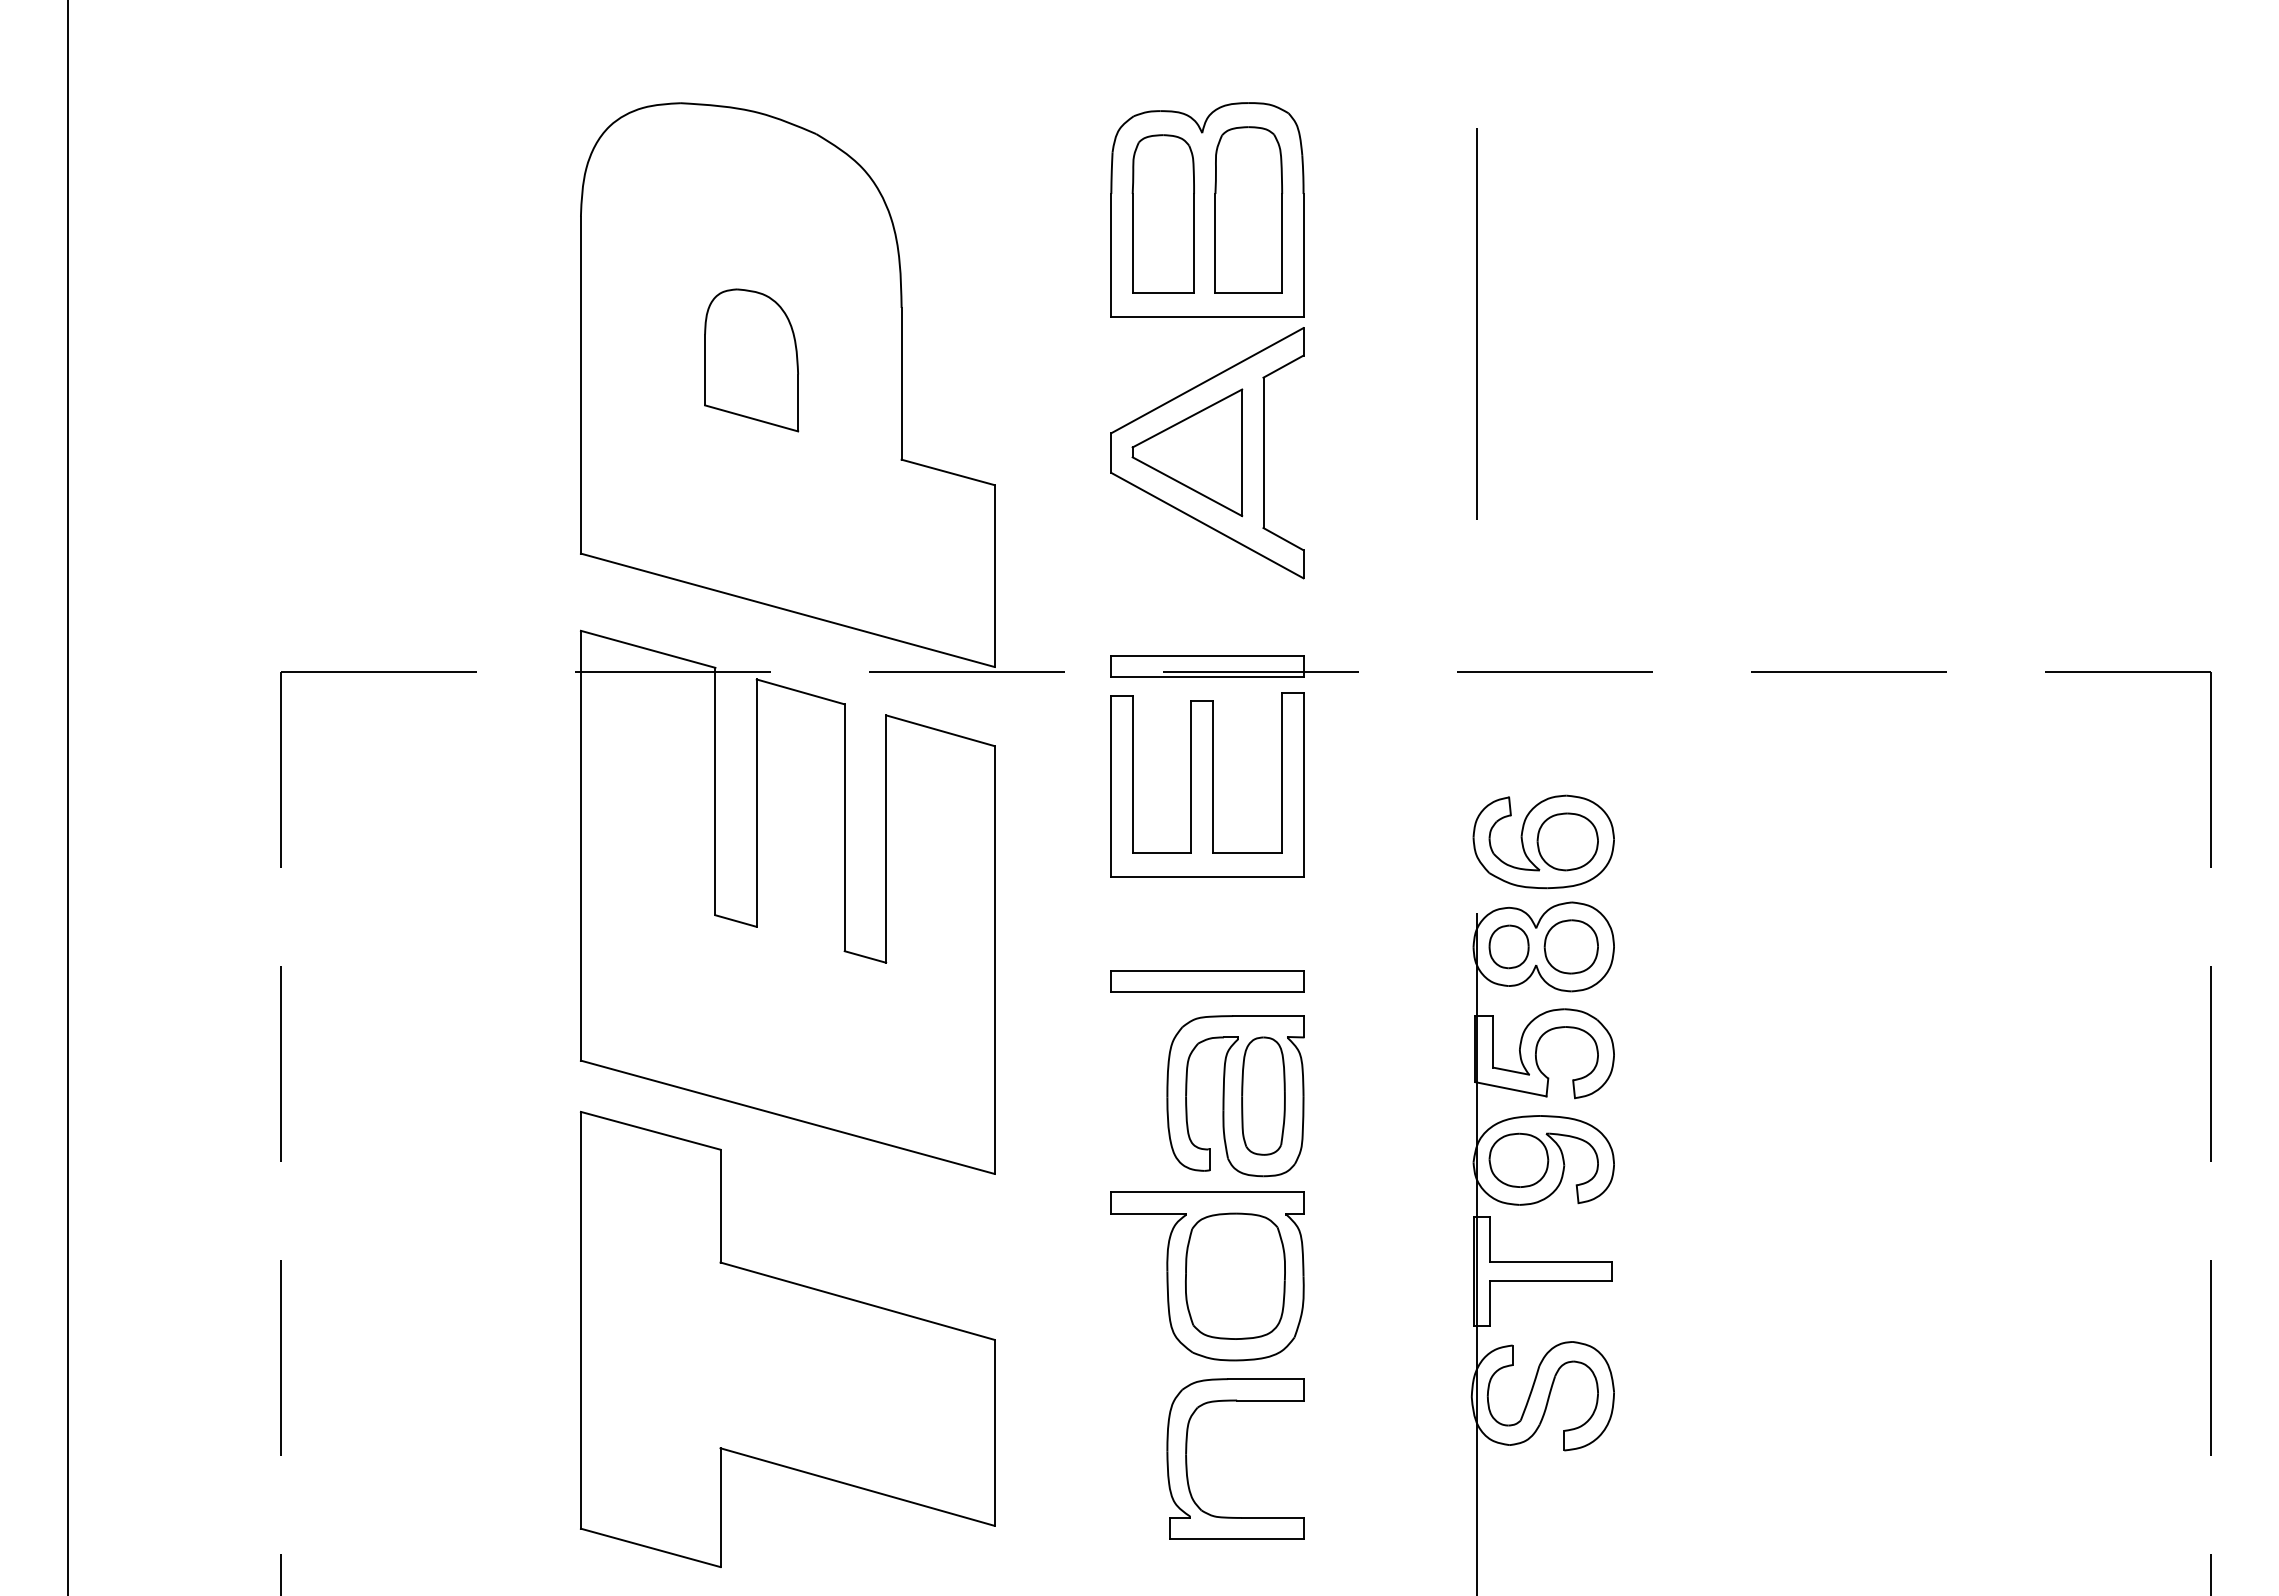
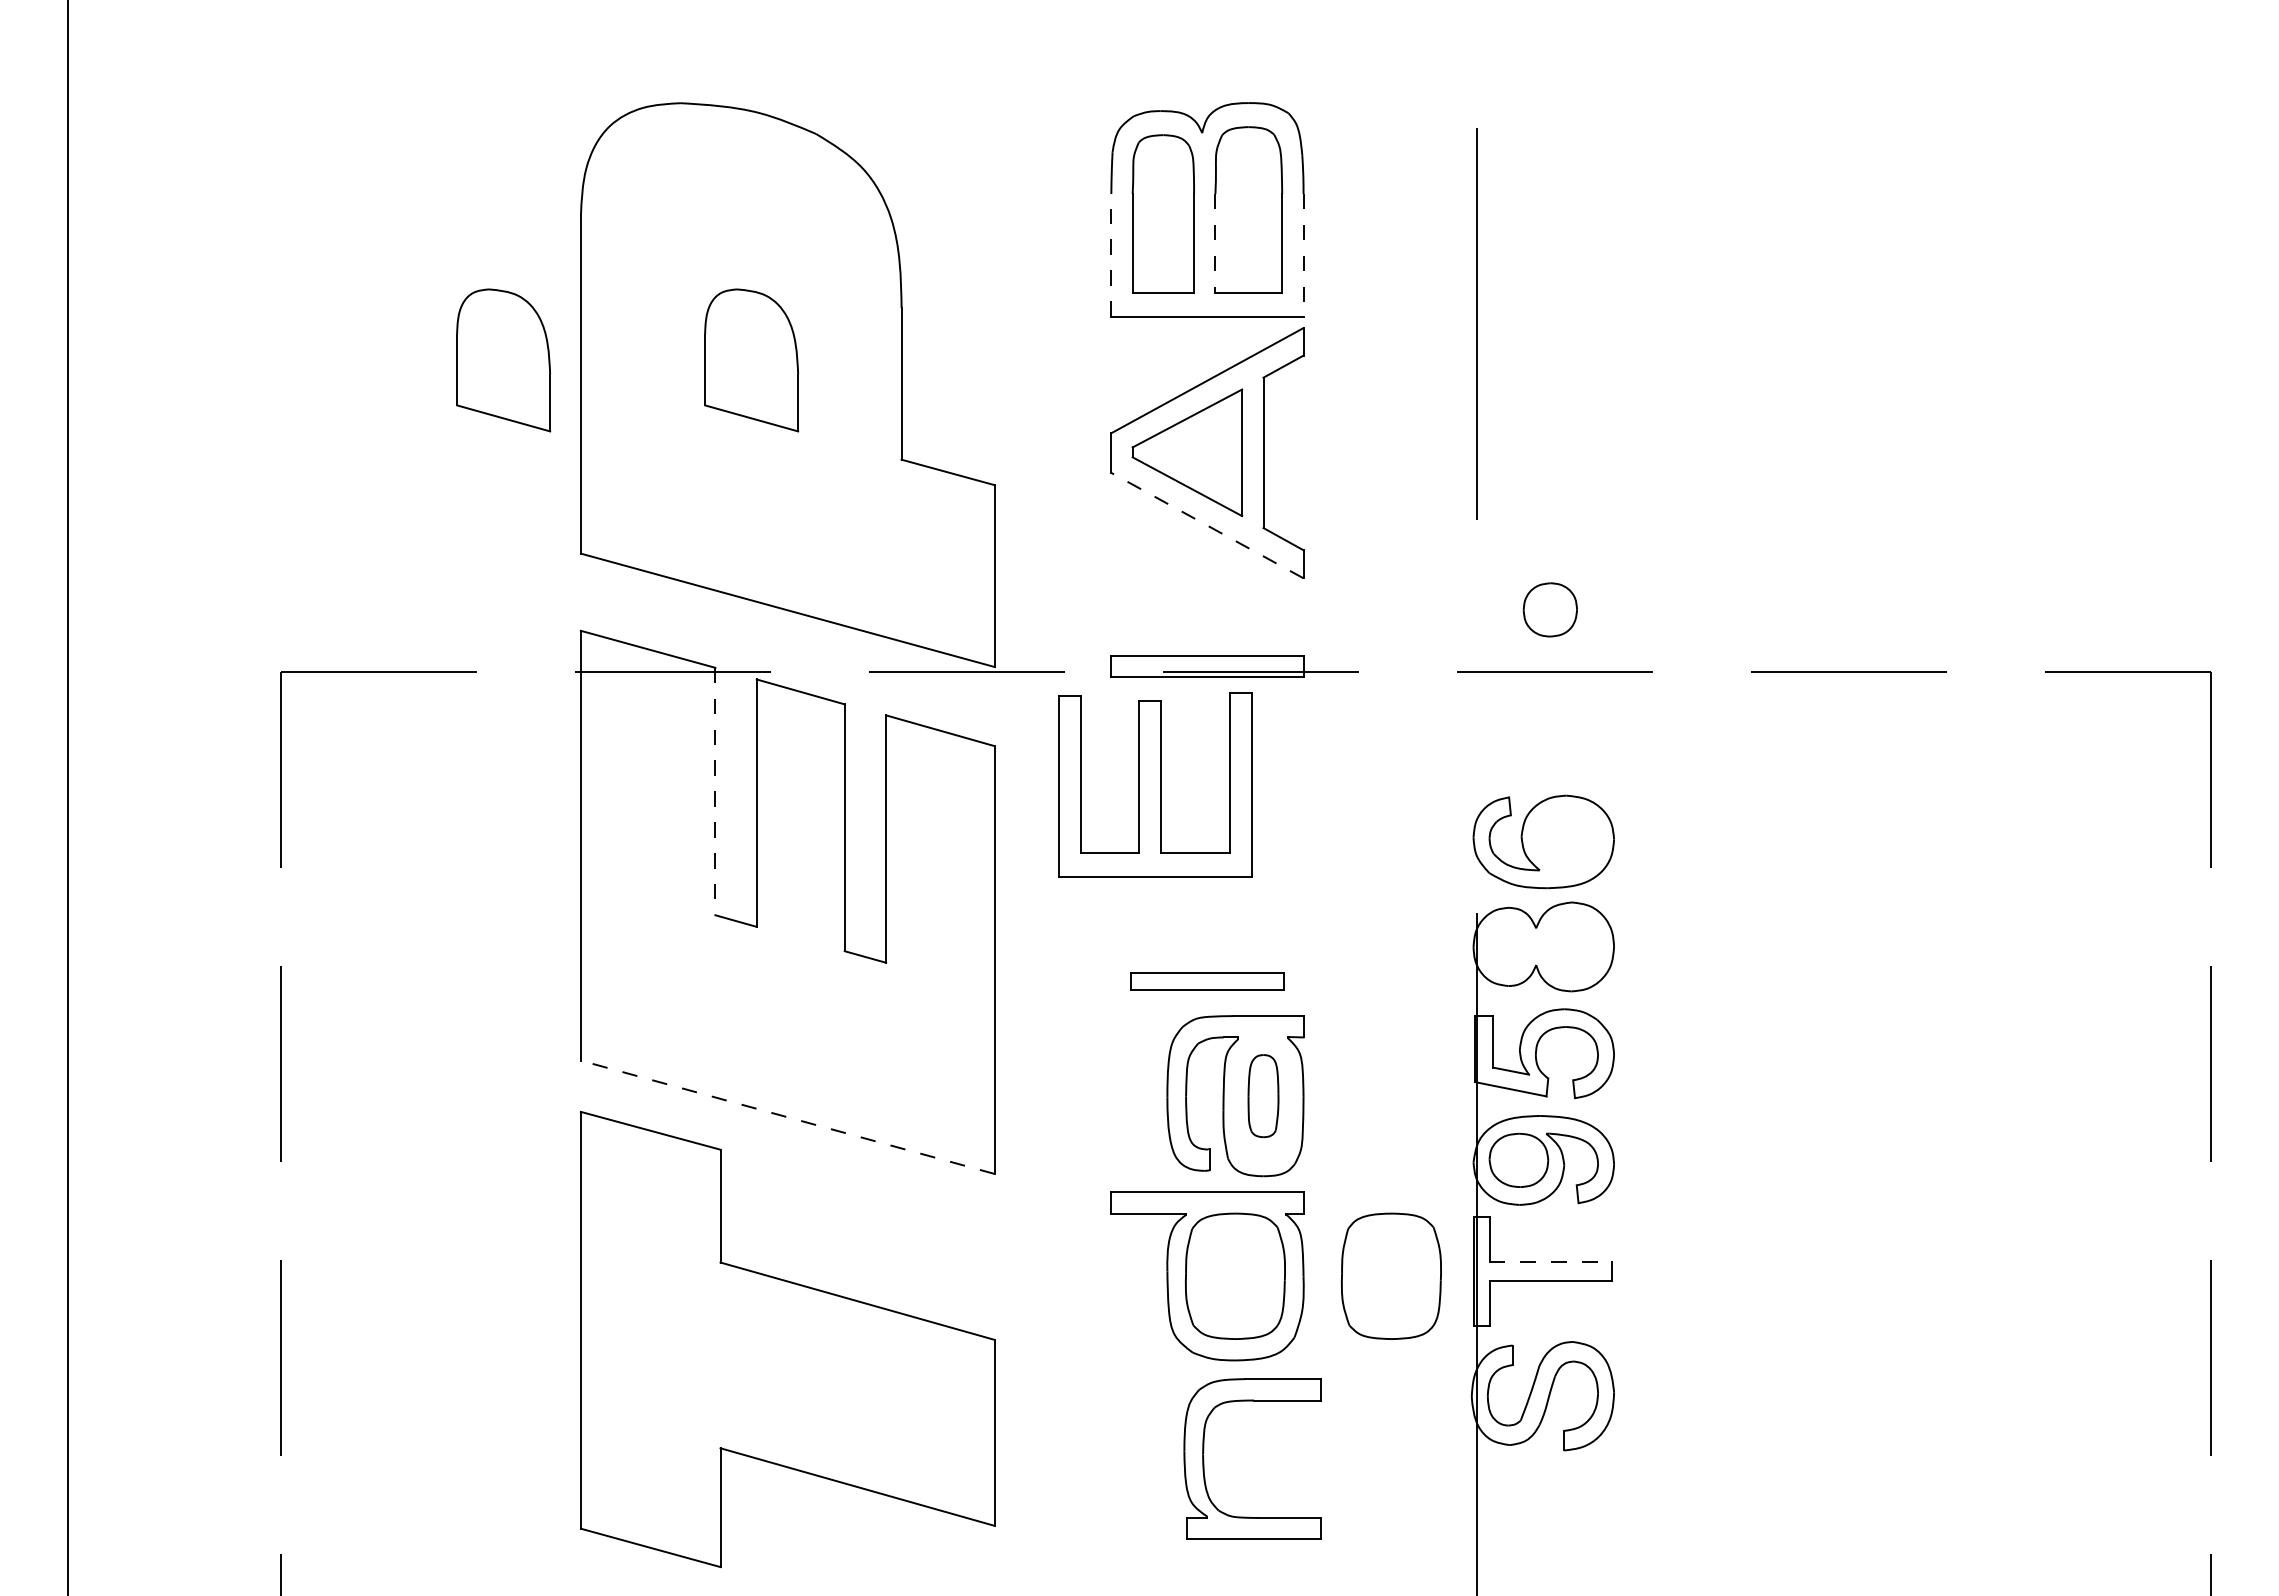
line at (1215, 243): solid -> dashed
line at (1111, 254): solid -> dashed
line at (1303, 255): solid -> dashed
part at (503, 360): none -> present
line at (1207, 525): solid -> dashed
part at (1207, 784) position: (1207, 784) -> (1155, 784)
line at (715, 791): solid -> dashed
part at (1567, 841): present -> none
part at (1508, 946): present -> none
part at (1570, 946) position: (1570, 946) -> (1549, 609)
part at (1207, 981) size: 195x23 px -> 155x19 px
part at (1263, 1095) size: 45x120 px -> 33x85 px
line at (787, 1117): solid -> dashed
line at (1551, 1261): solid -> dashed
part at (1391, 1275): none -> present
part at (1187, 1458) position: (1187, 1458) -> (1204, 1458)
